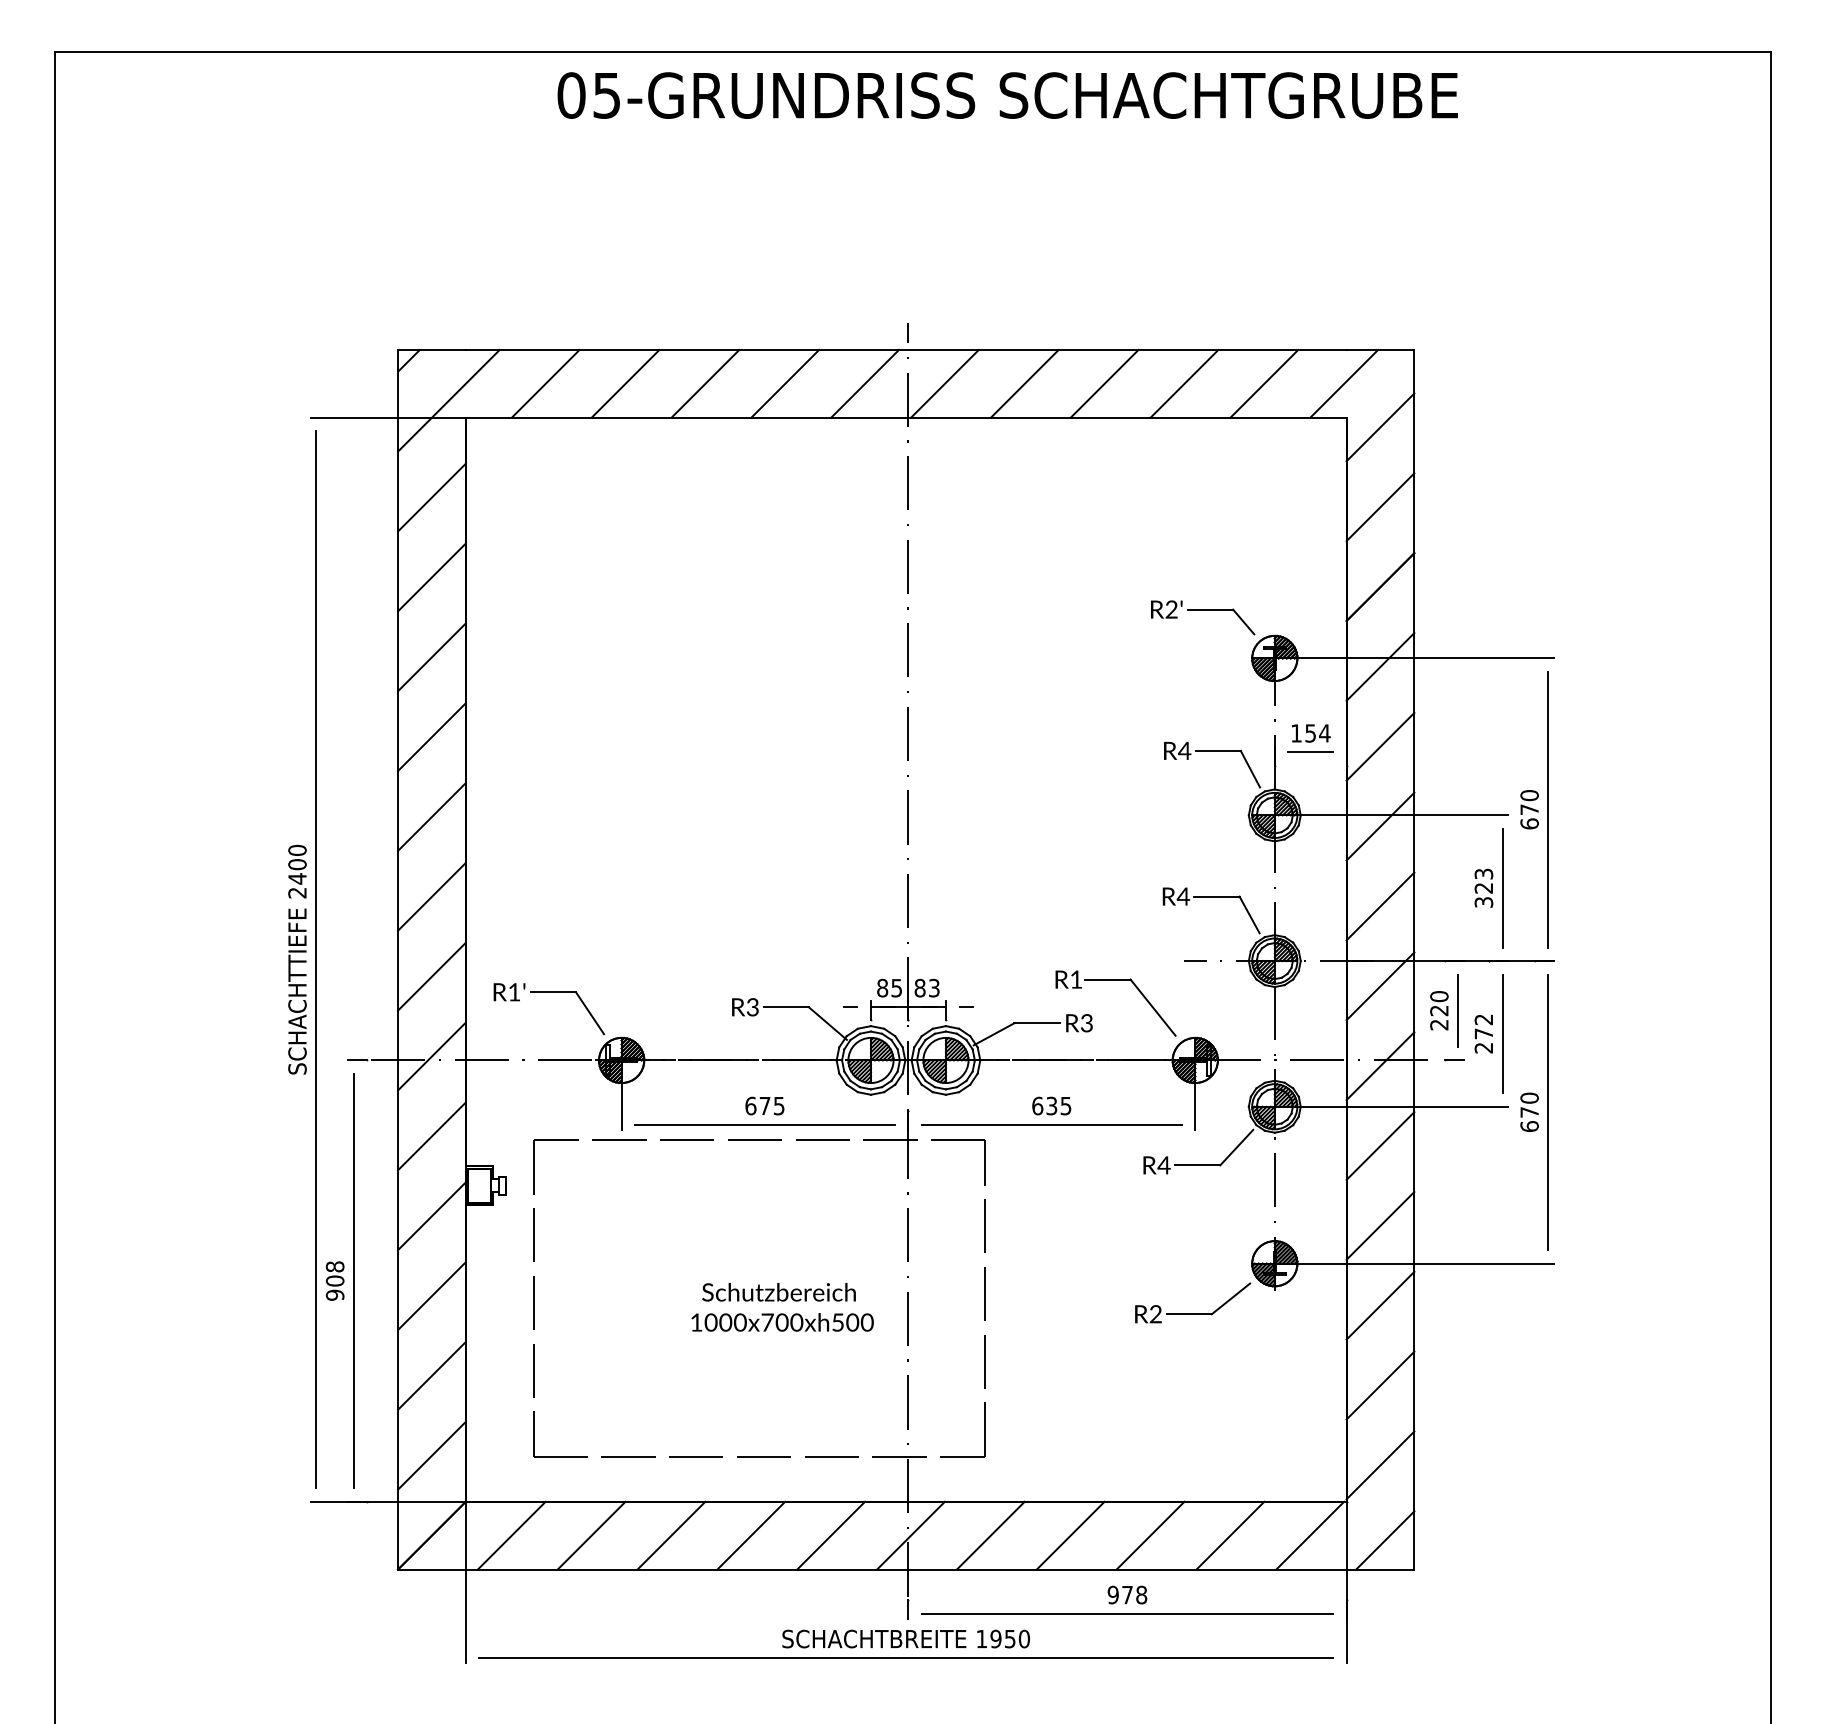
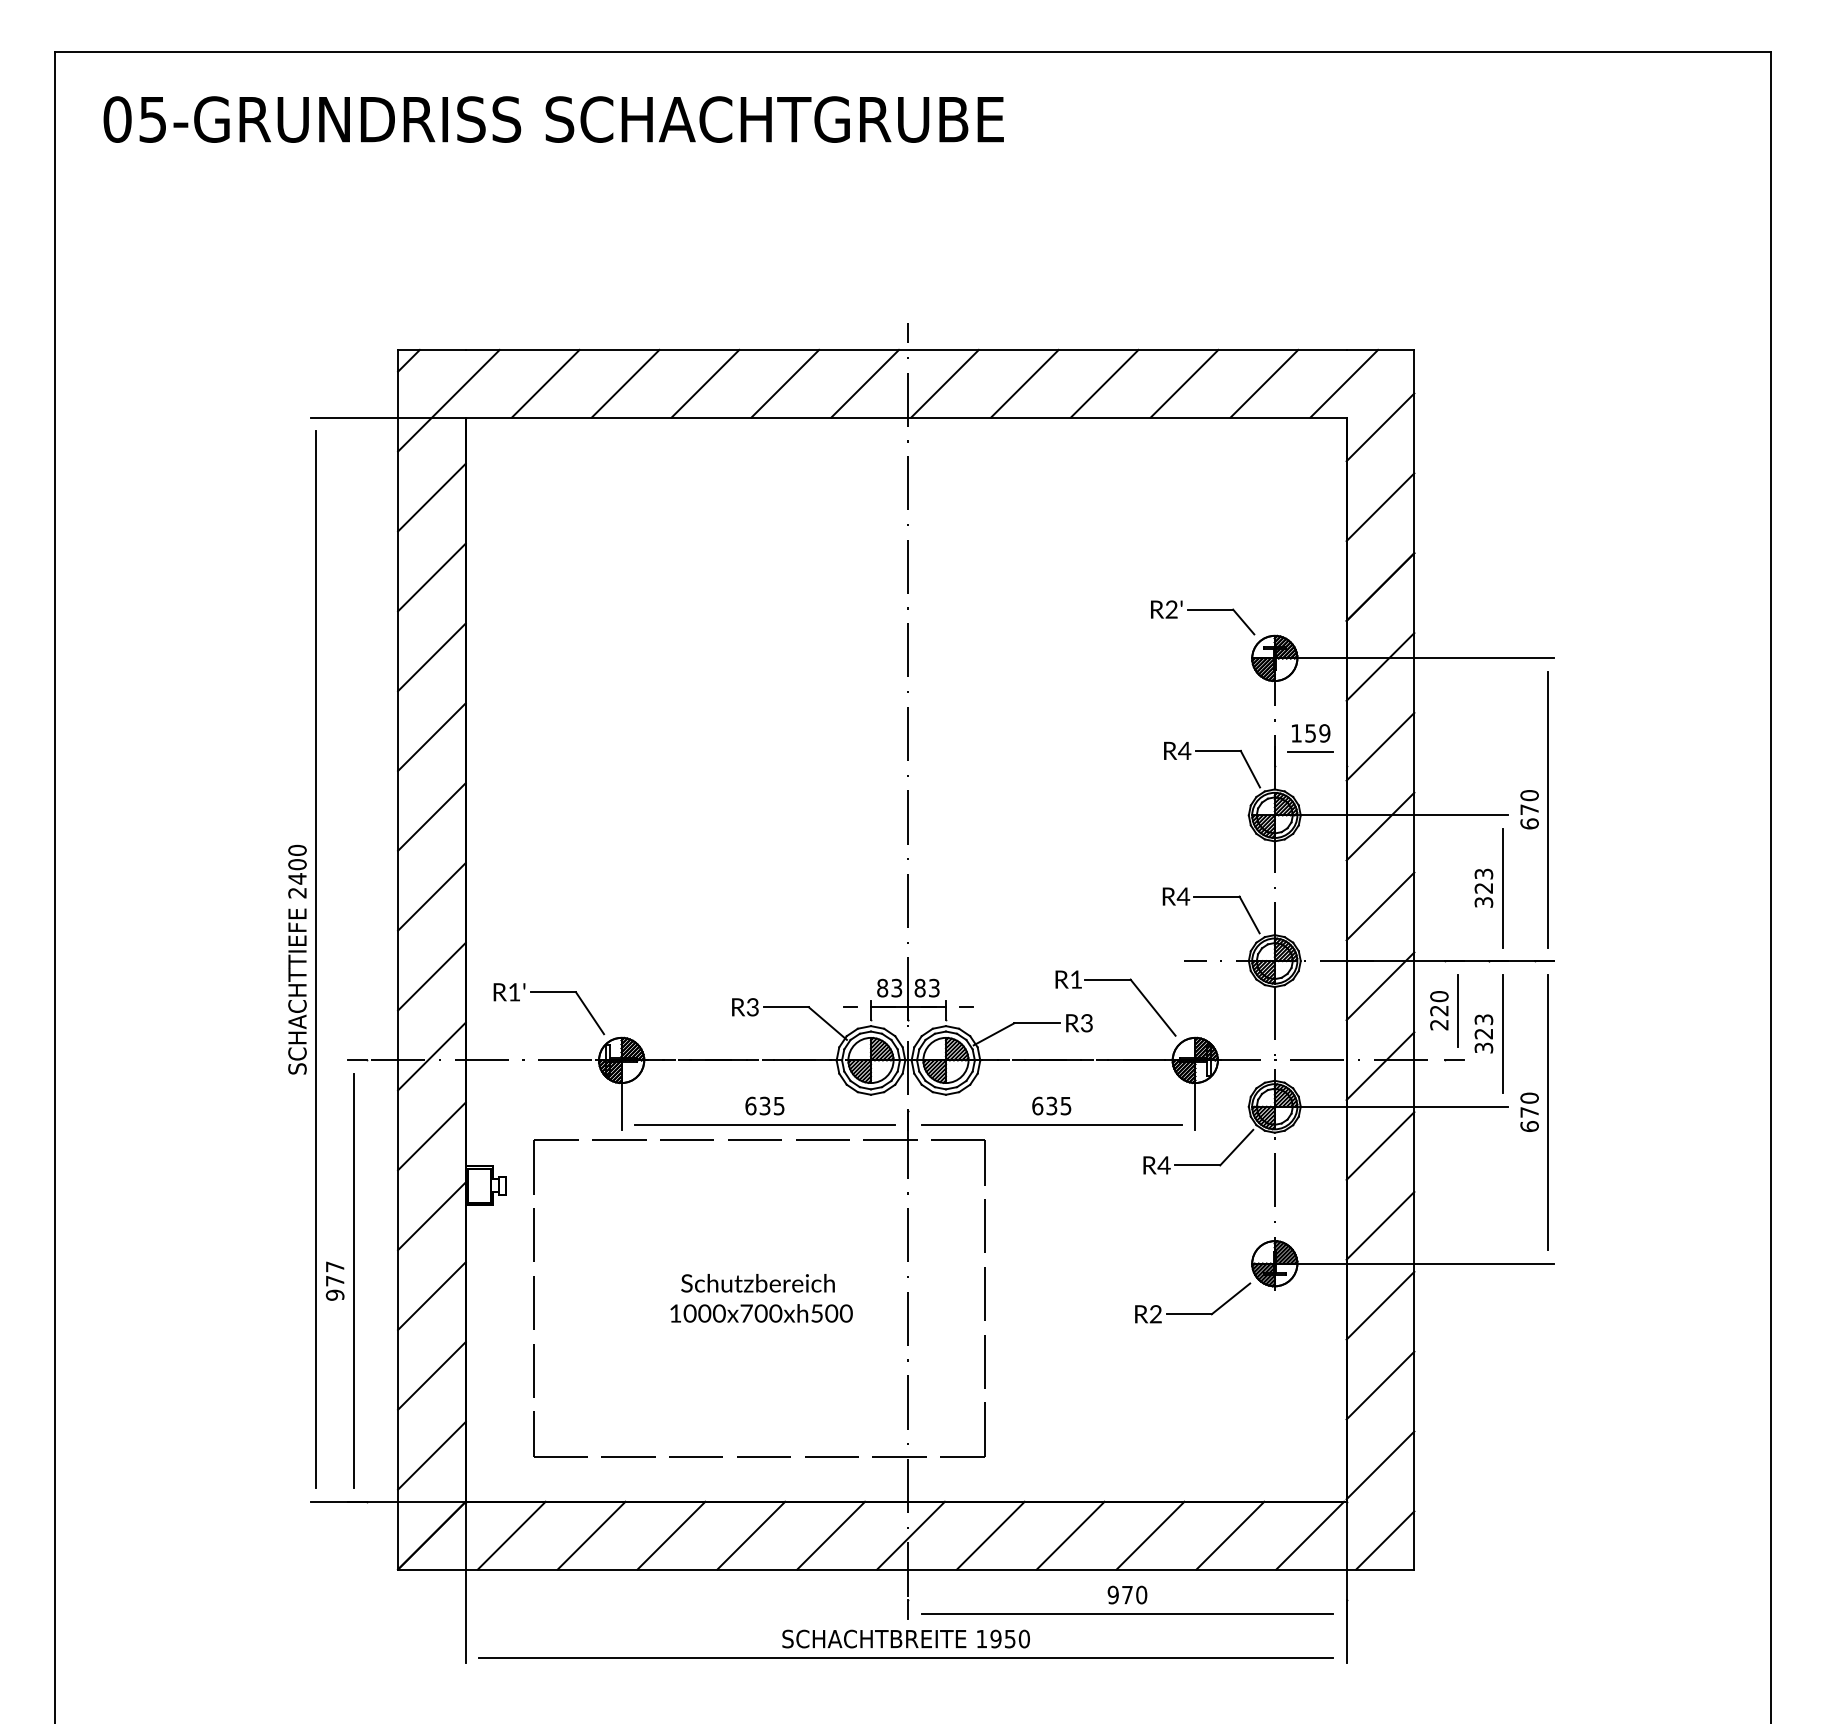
text at (1007, 95) position: (1007, 95) -> (553, 119)
text at (1324, 733): 154 -> 159
text at (897, 987): 85 -> 83
text at (1483, 1033): 272 -> 323
text at (764, 1105): 675 -> 635
text at (334, 1273): 908 -> 977
text at (782, 1307) position: (782, 1307) -> (761, 1298)
text at (1141, 1595): 978 -> 970
